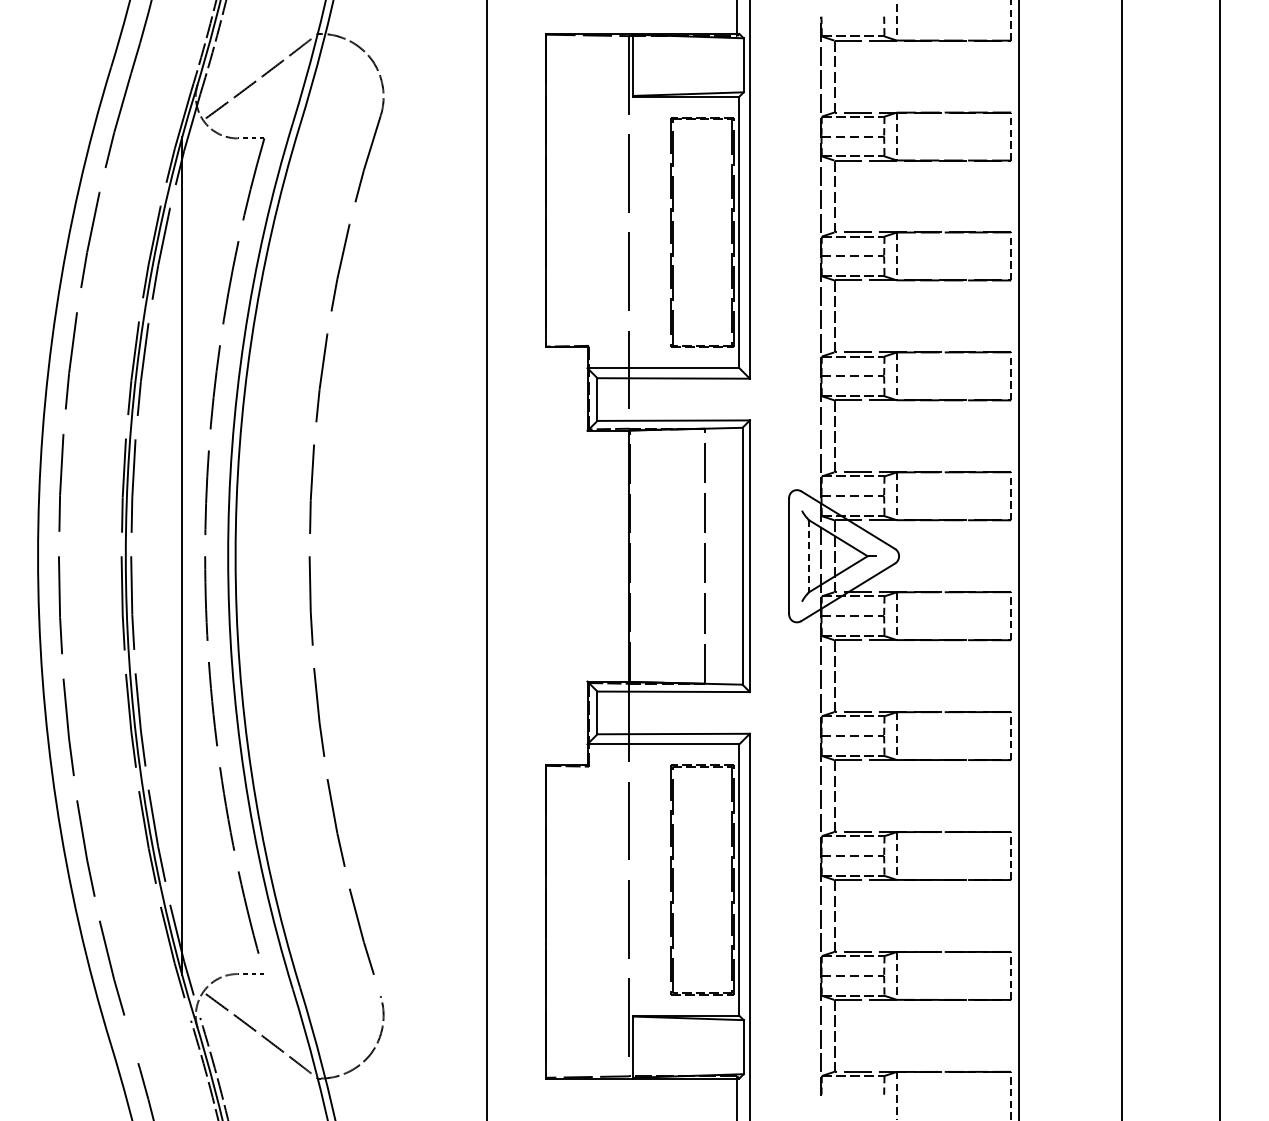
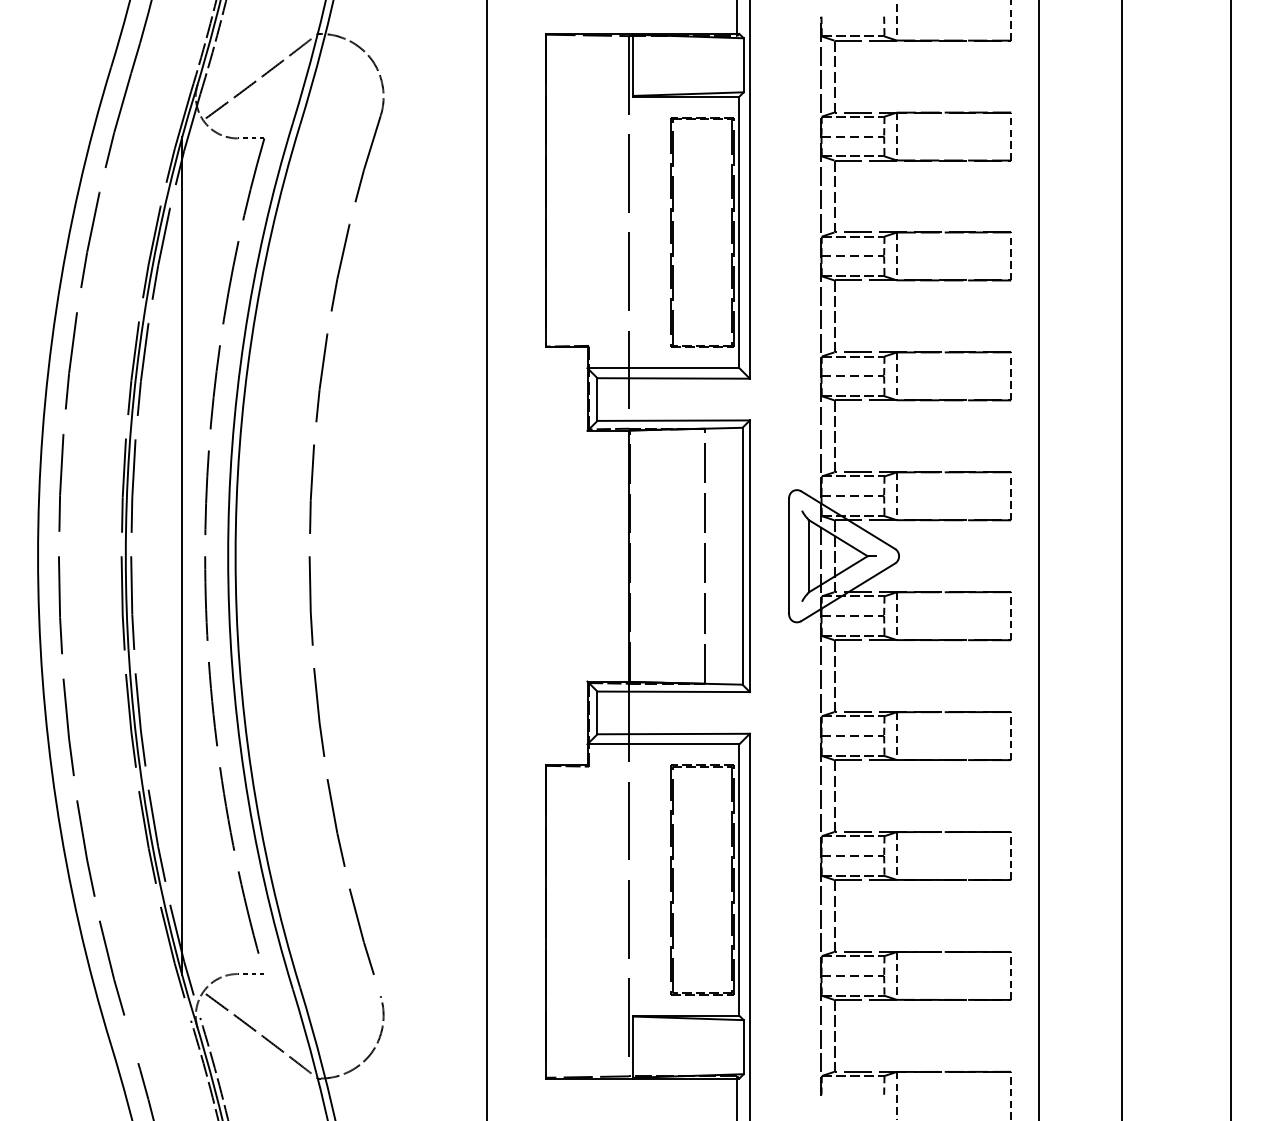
line at (808, 556): dashed -> solid
line at (1018, 559) position: (1018, 559) -> (1038, 559)
line at (1219, 559) position: (1219, 559) -> (1230, 559)
